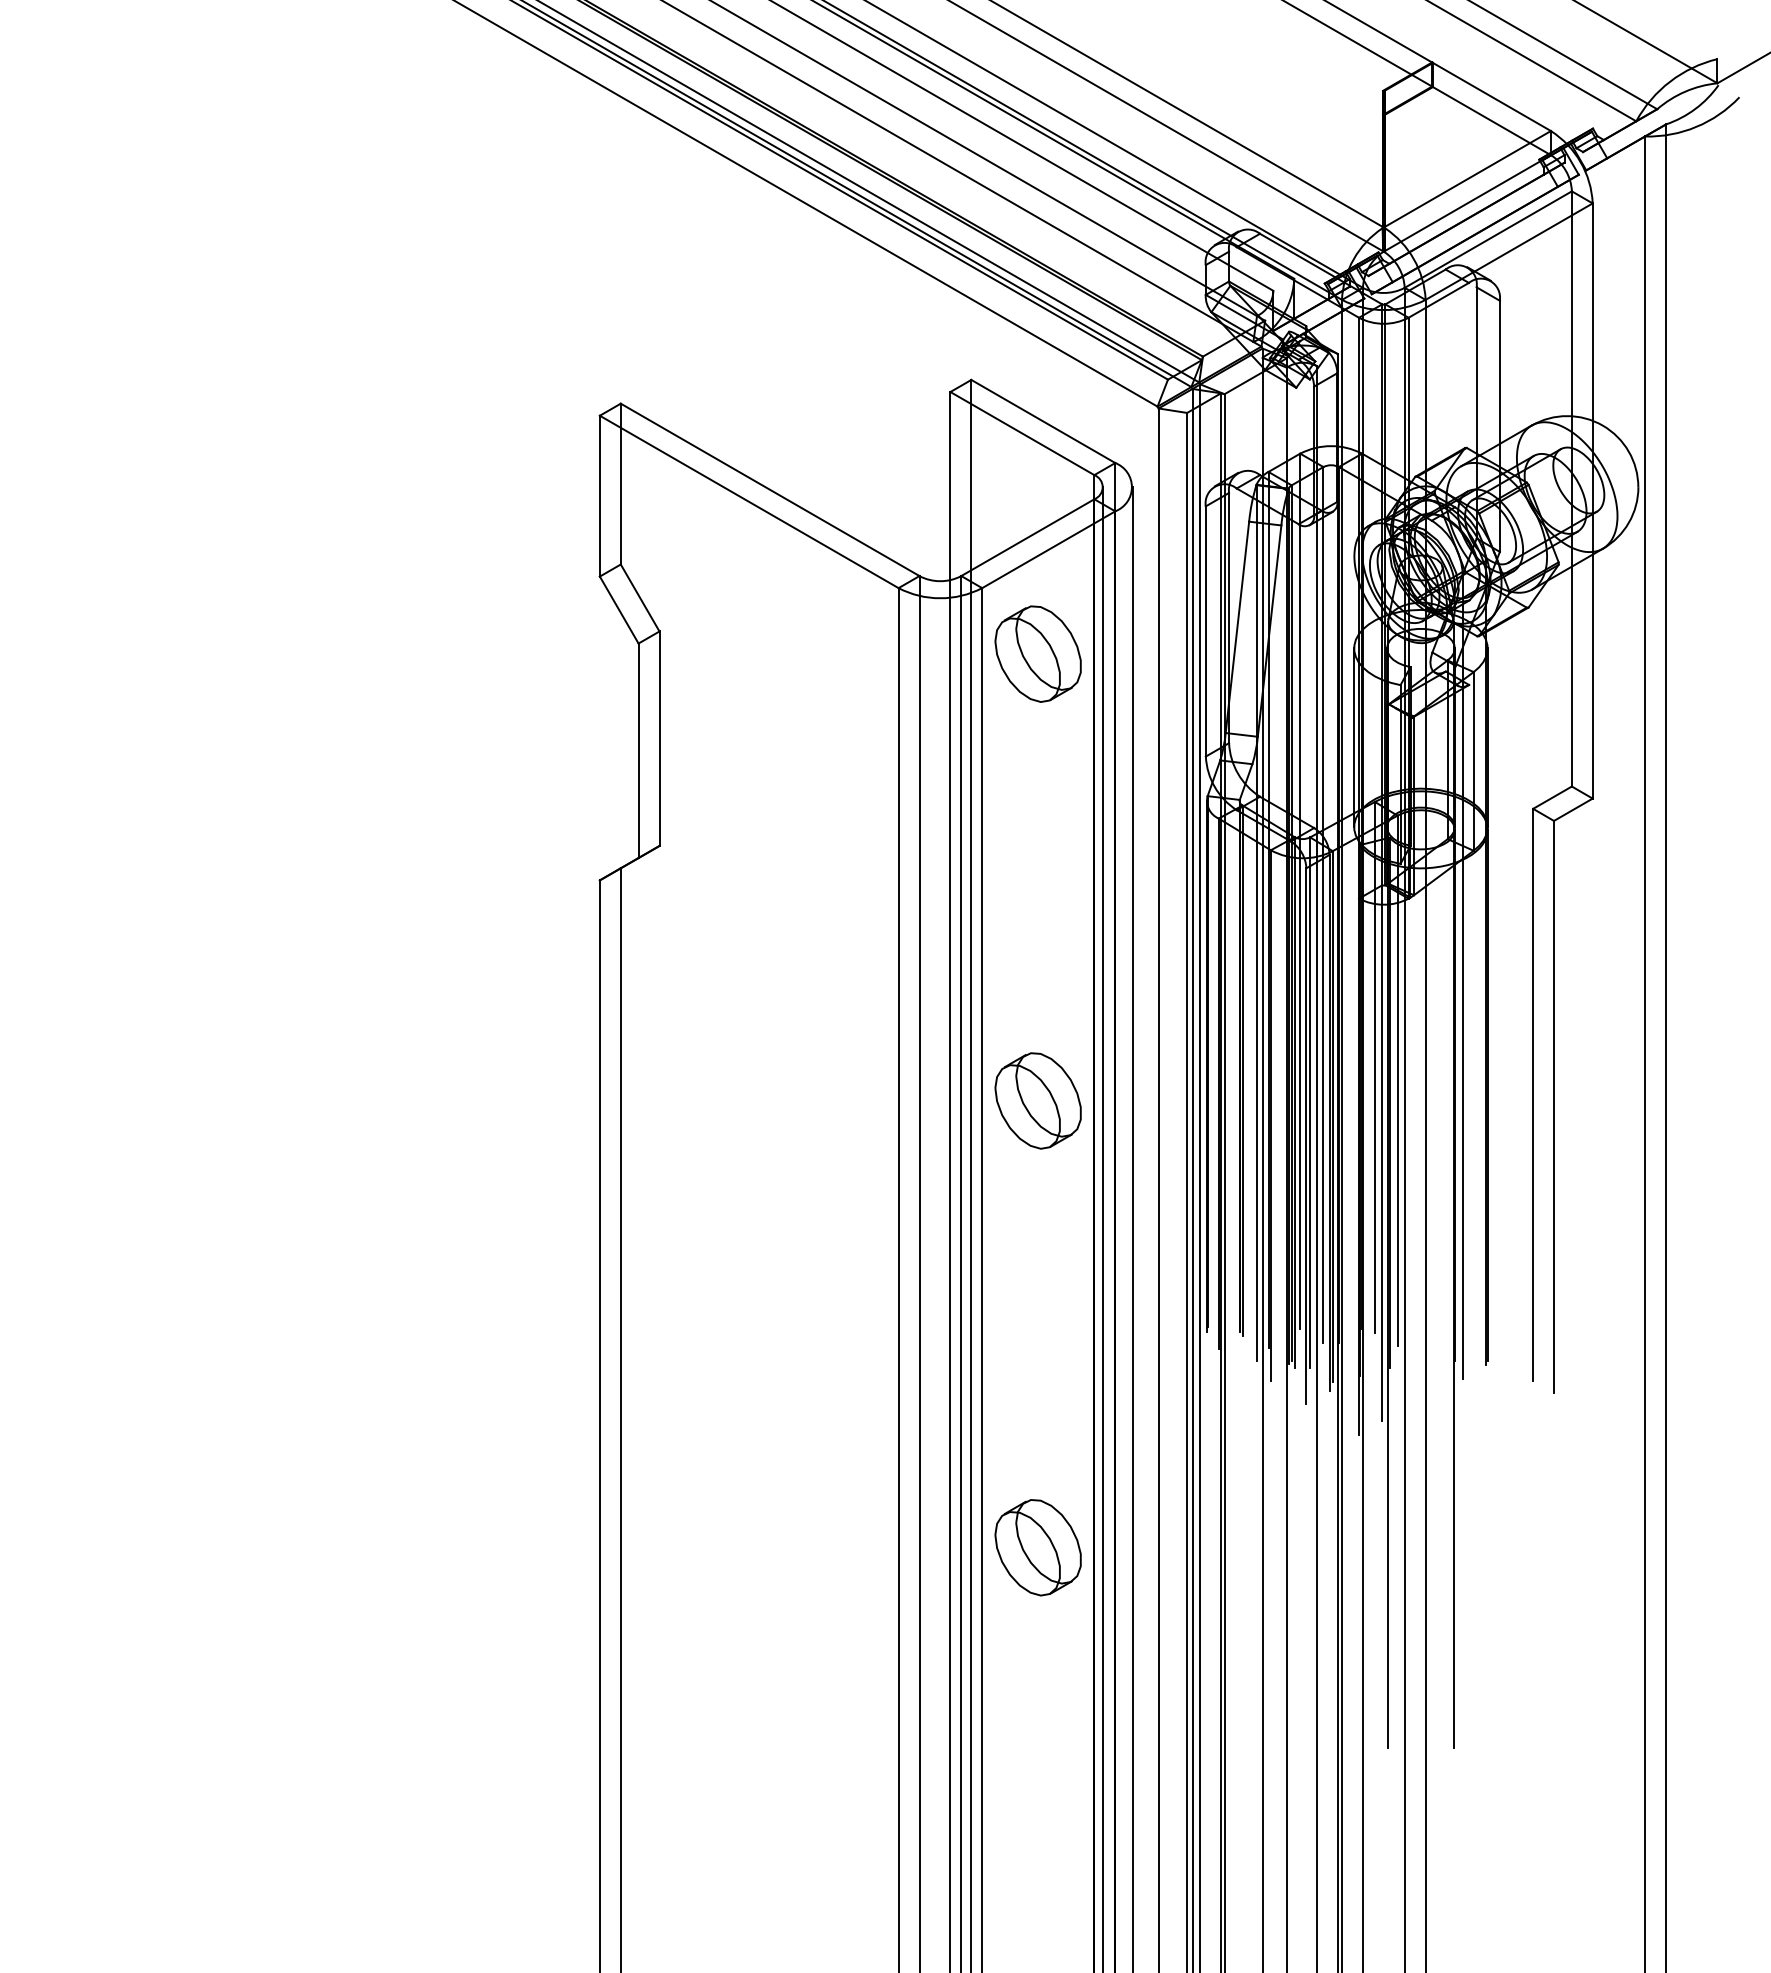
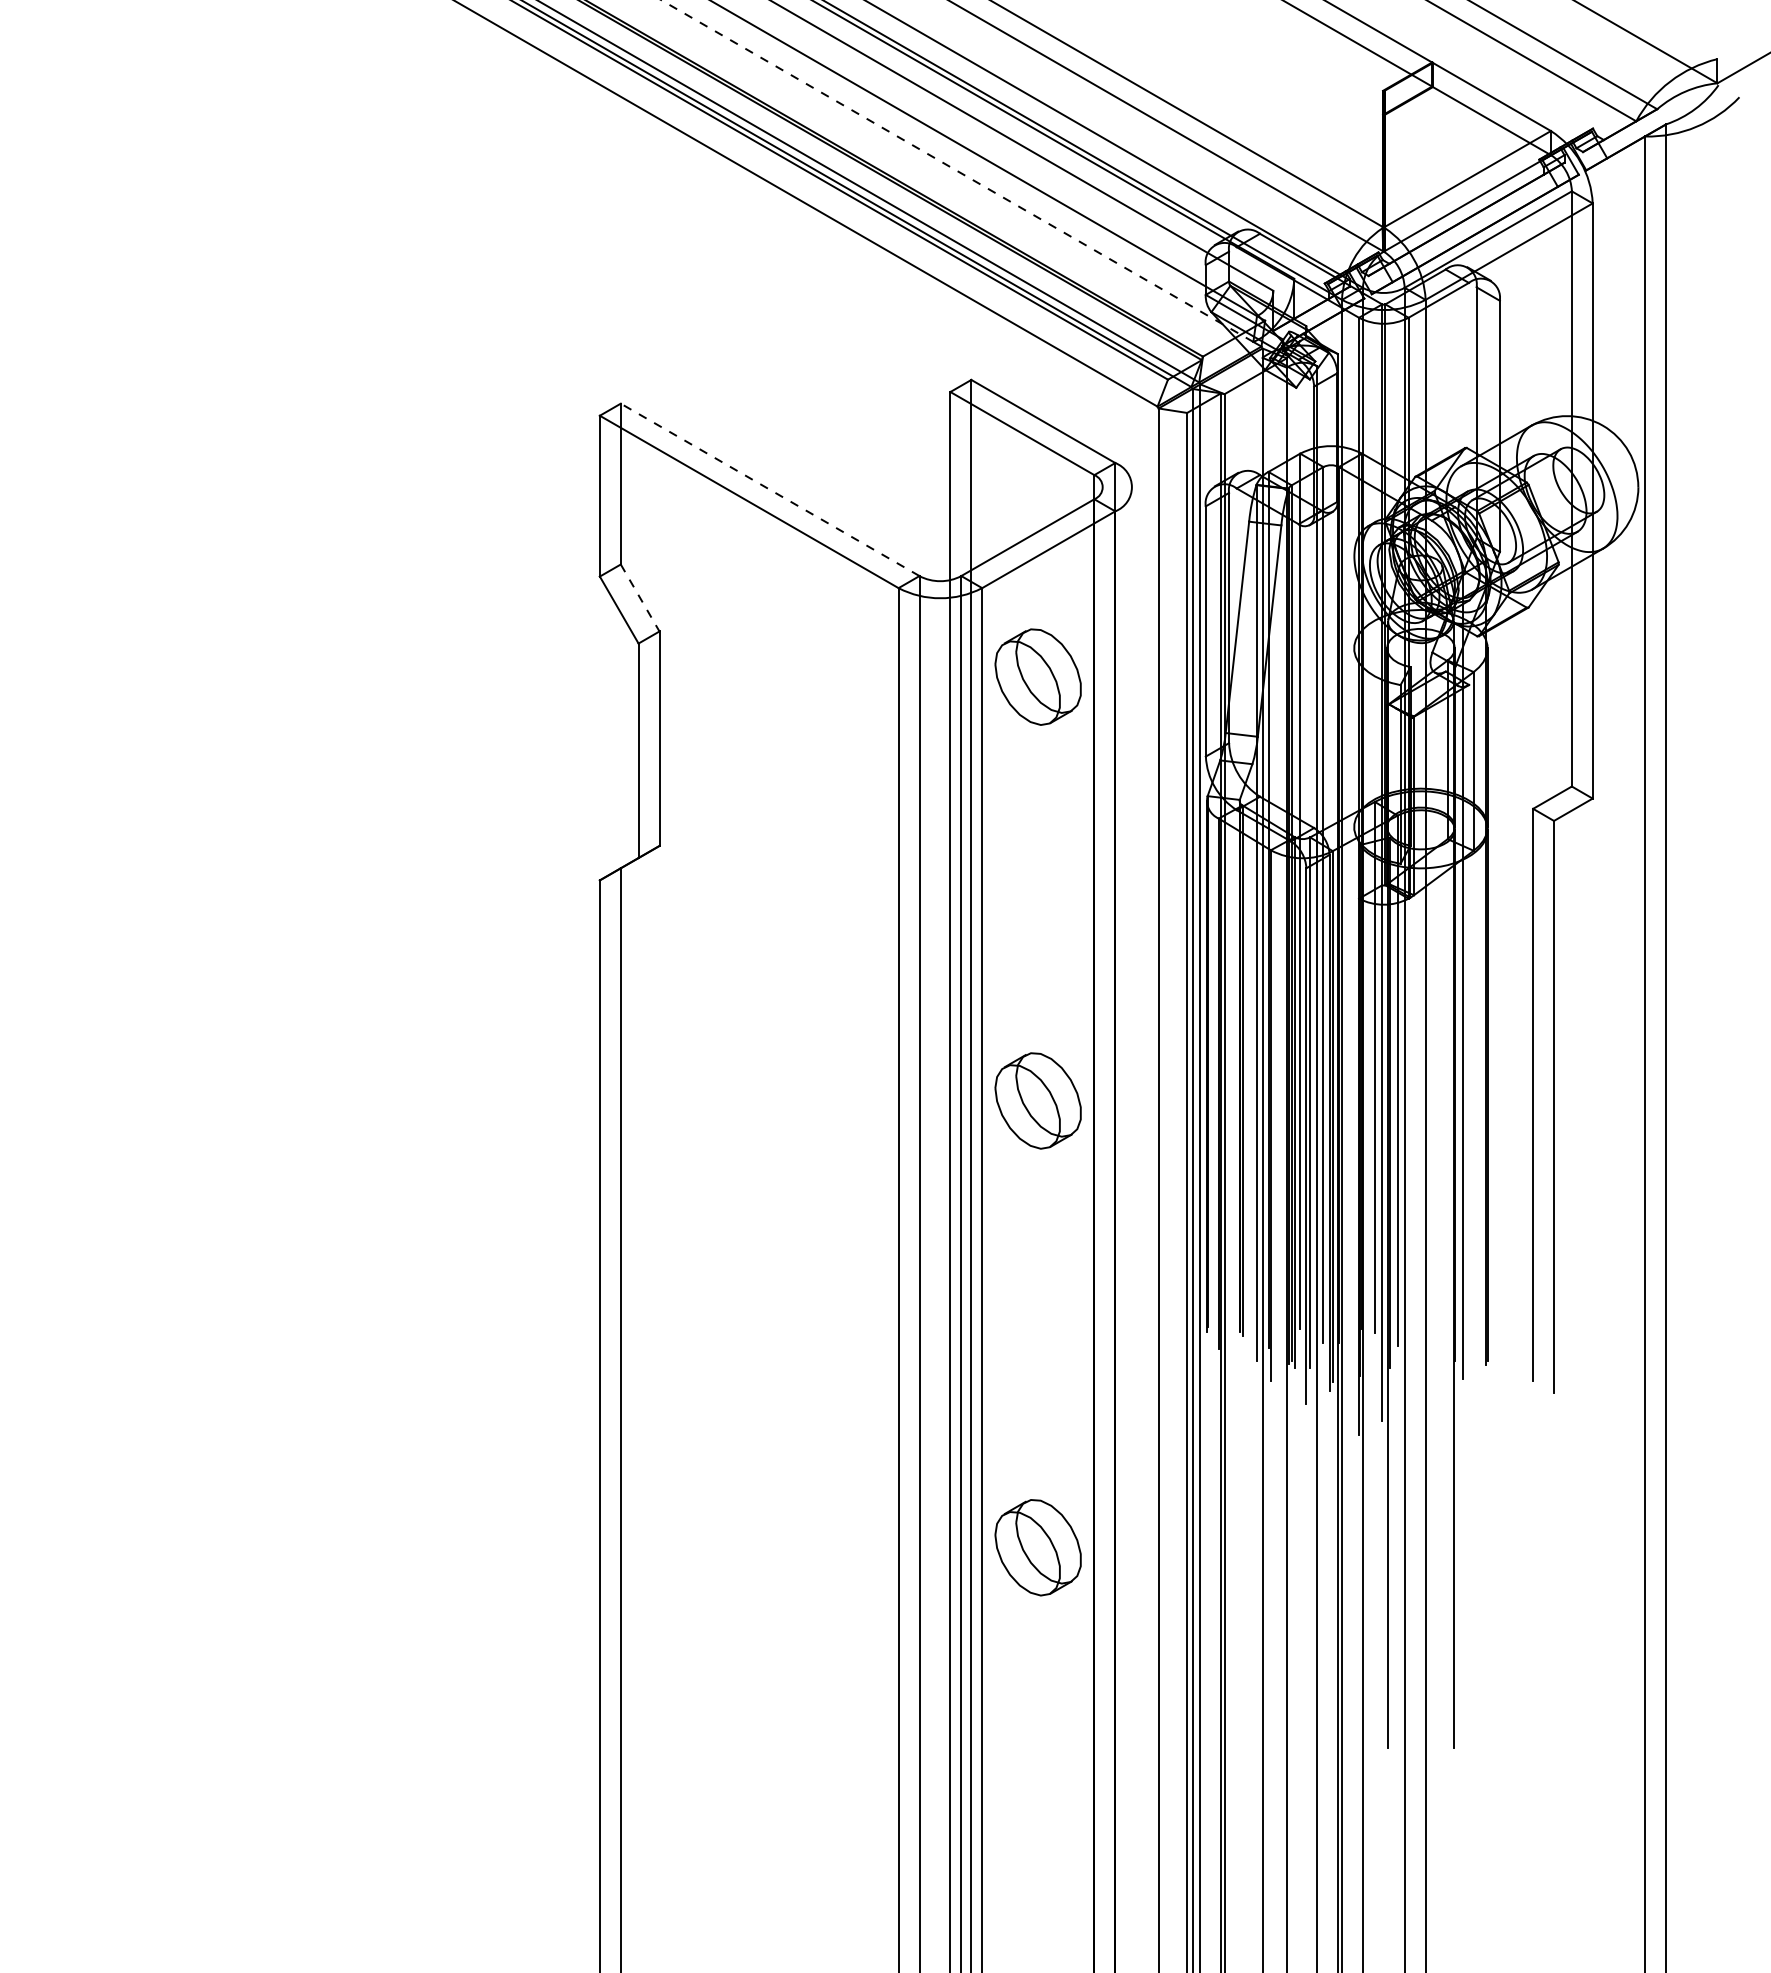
line at (957, 170): solid -> dashed
line at (769, 489): solid -> dashed
line at (640, 597): solid -> dashed
part at (1037, 653) position: (1037, 653) -> (1037, 676)
line at (1354, 737): present -> none
line at (1103, 1228): present -> none
line at (1132, 1228): present -> none
